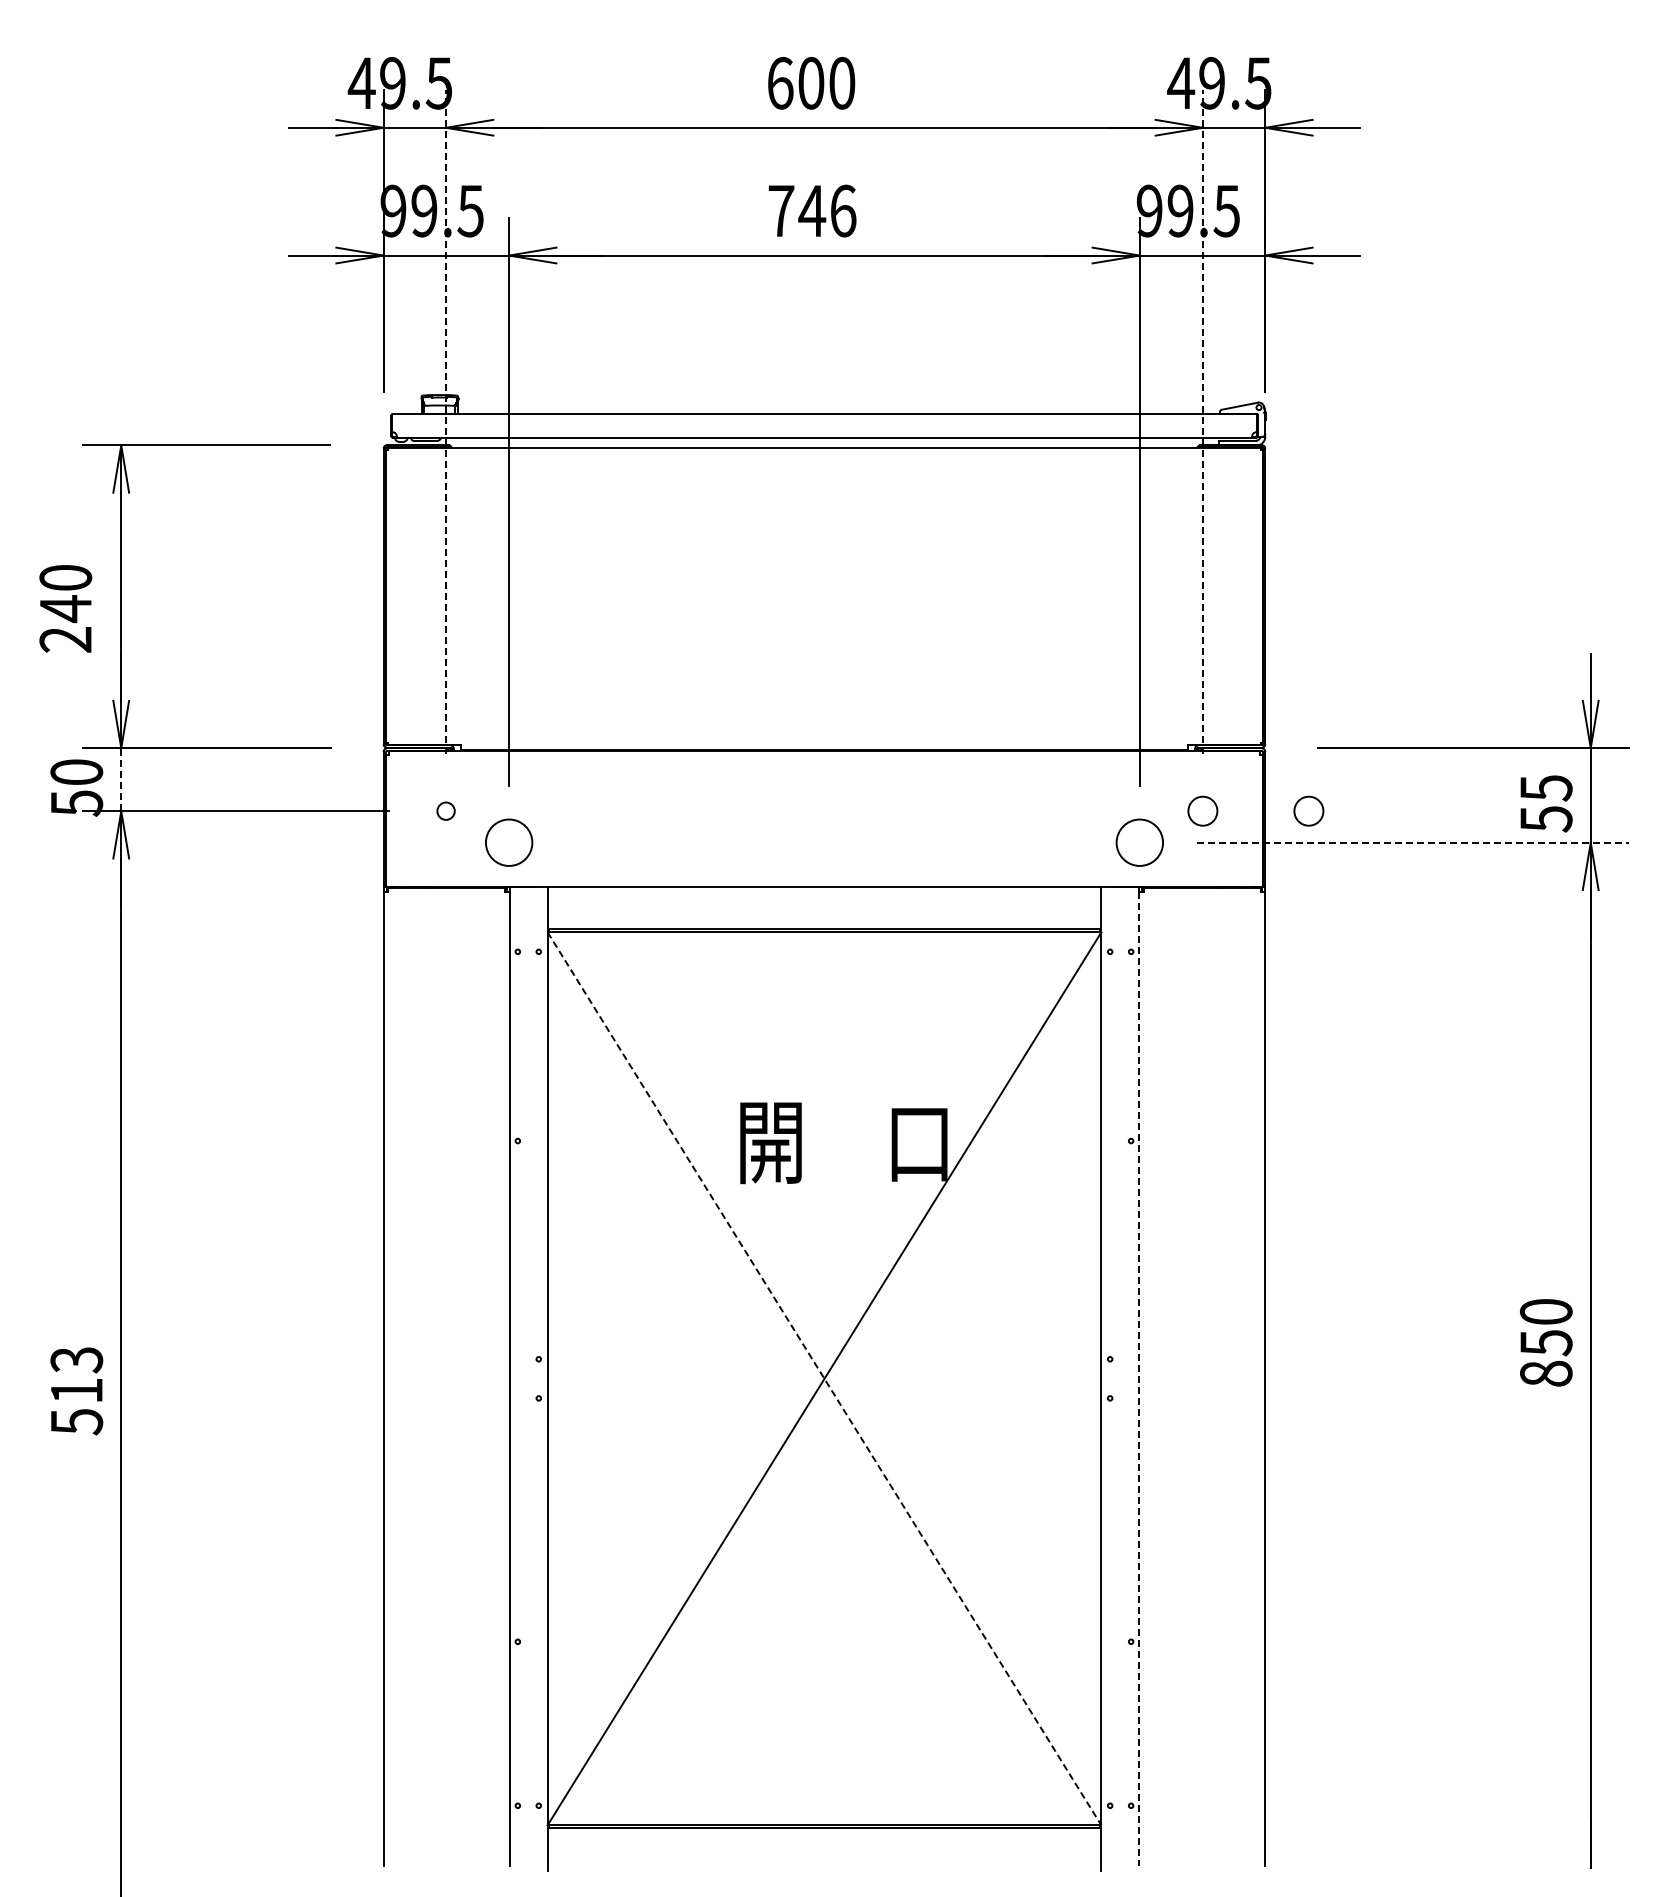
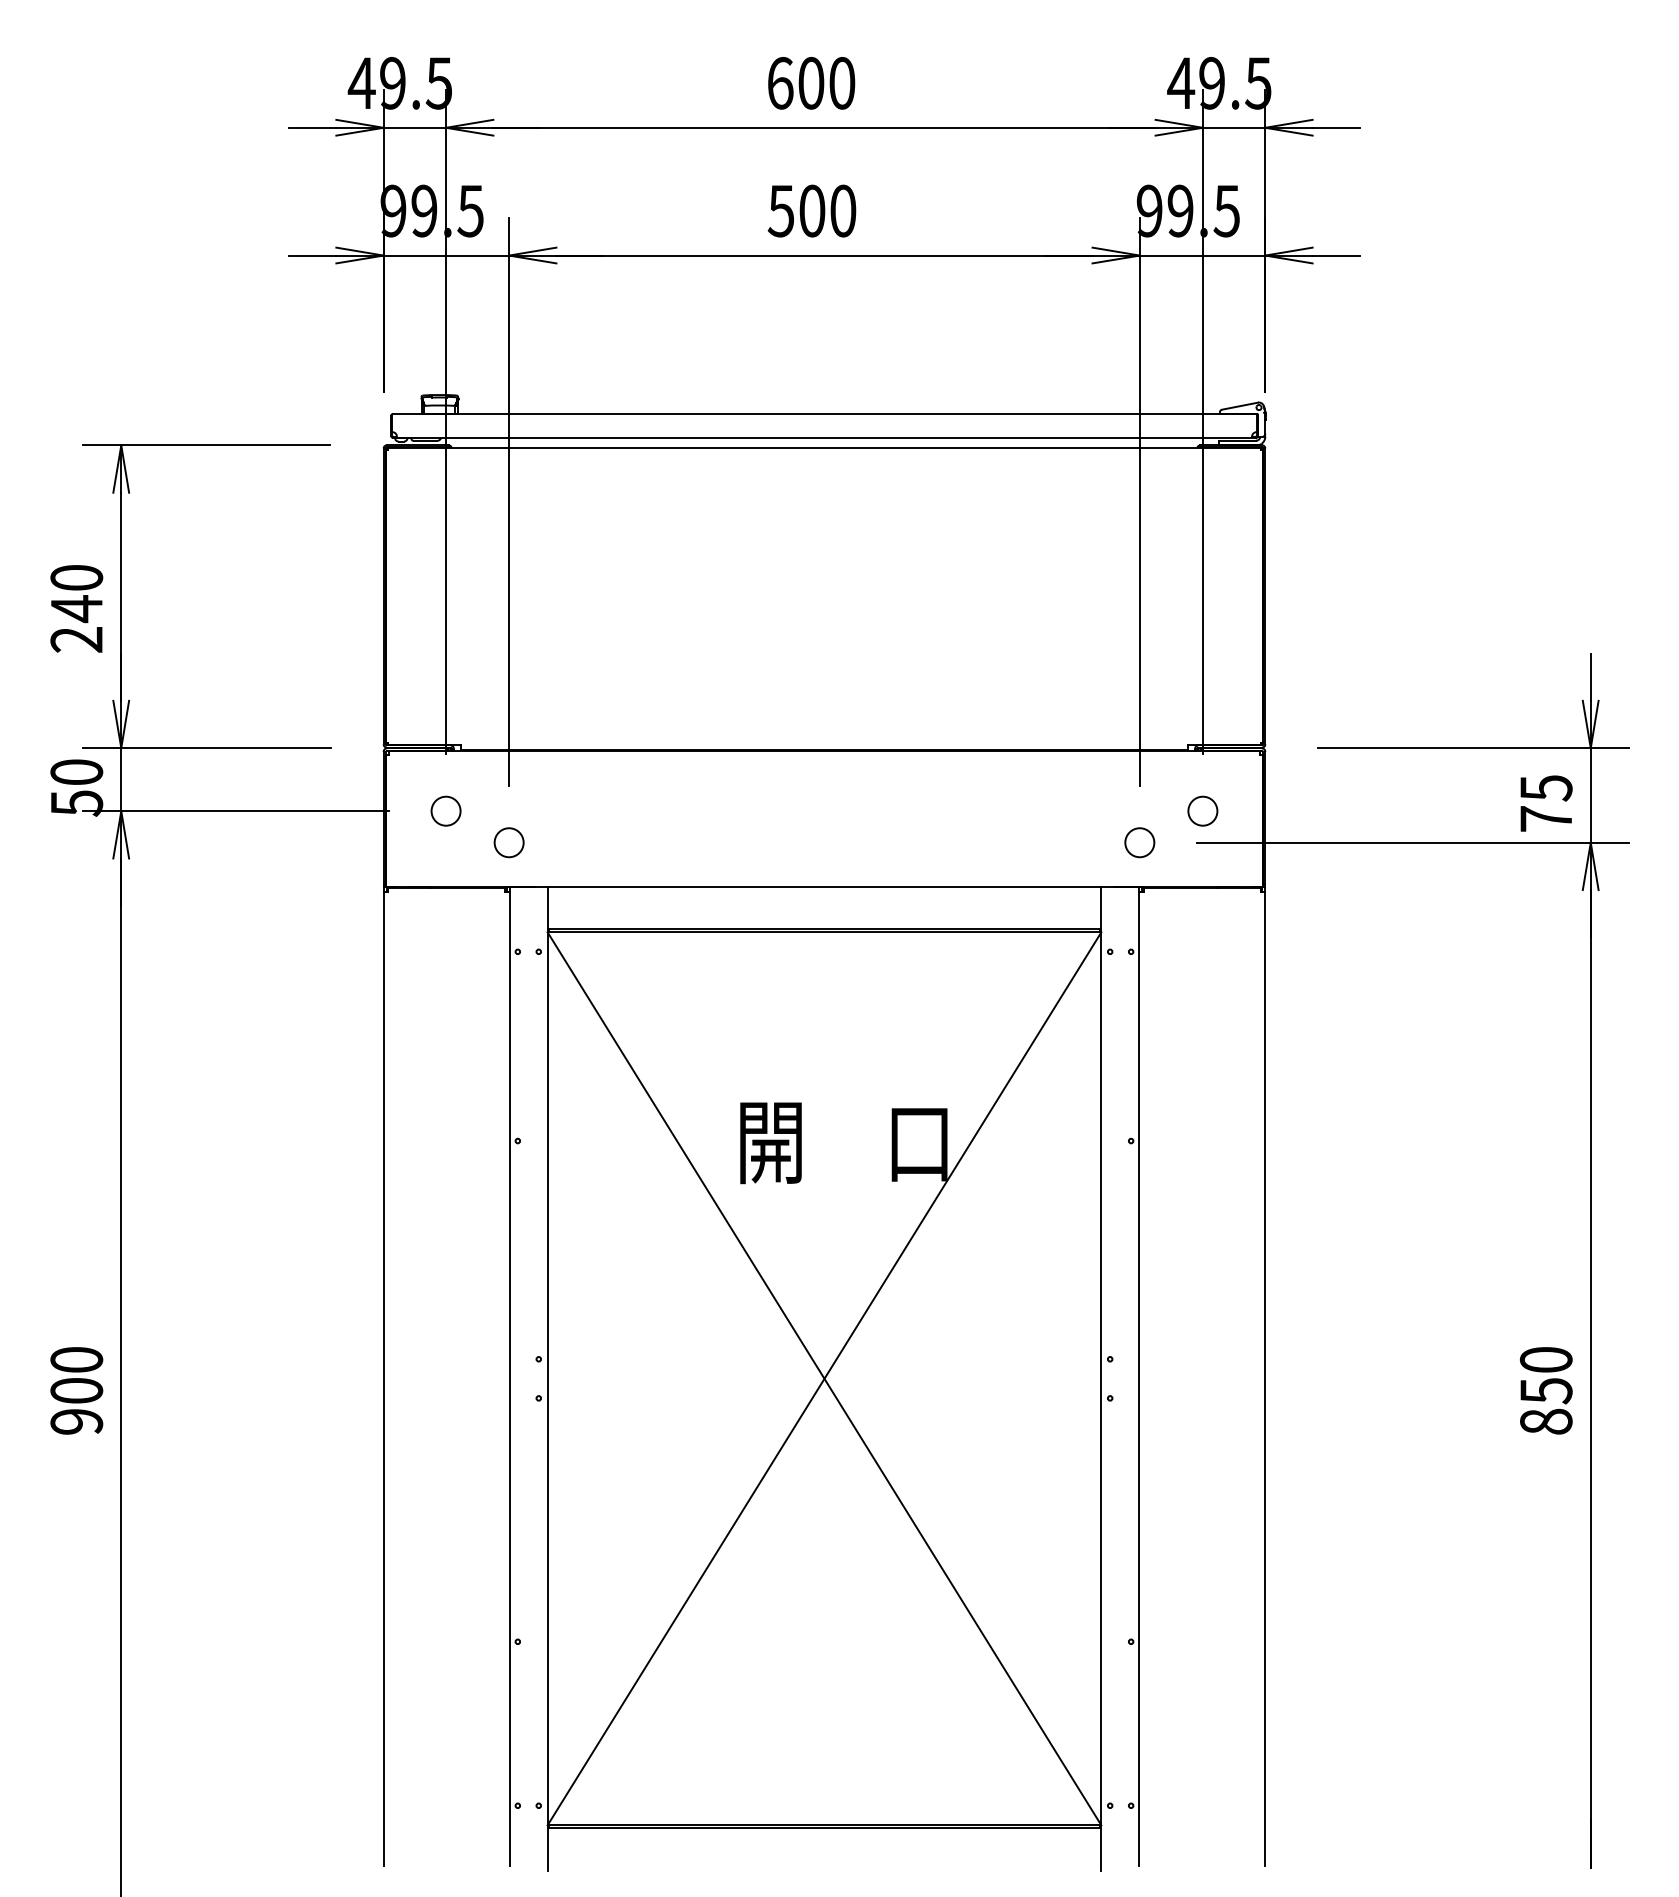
text at (811, 210): 746 -> 500
line at (446, 421): dashed -> solid
line at (1202, 421): dashed -> solid
text at (65, 608) position: (65, 608) -> (76, 608)
line at (121, 779): dashed -> solid
circle at (445, 810) diameter: 17 px -> 29 px
circle at (1308, 810): present -> none
text at (1546, 819): 55 -> 75
circle at (508, 842) diameter: 46 px -> 29 px
circle at (1139, 842) diameter: 46 px -> 29 px
line at (1413, 842): dashed -> solid
text at (1546, 1342) position: (1546, 1342) -> (1546, 1390)
line at (1139, 1378): dashed -> solid
line at (824, 1379): dashed -> solid
text at (76, 1391): 513 -> 900
